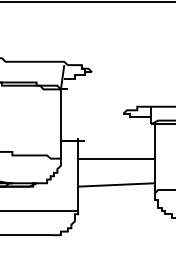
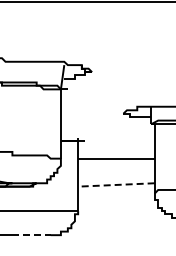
line at (115, 184): solid -> dashed
line at (32, 235): solid -> dashed
